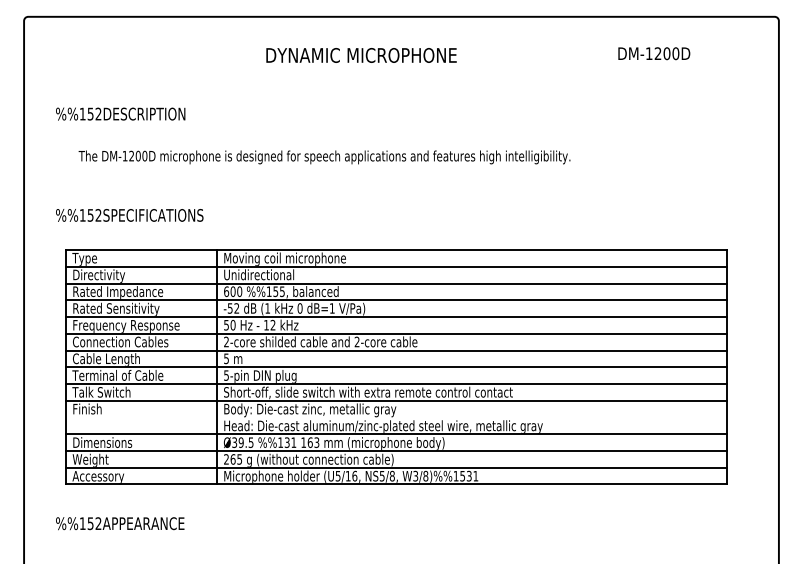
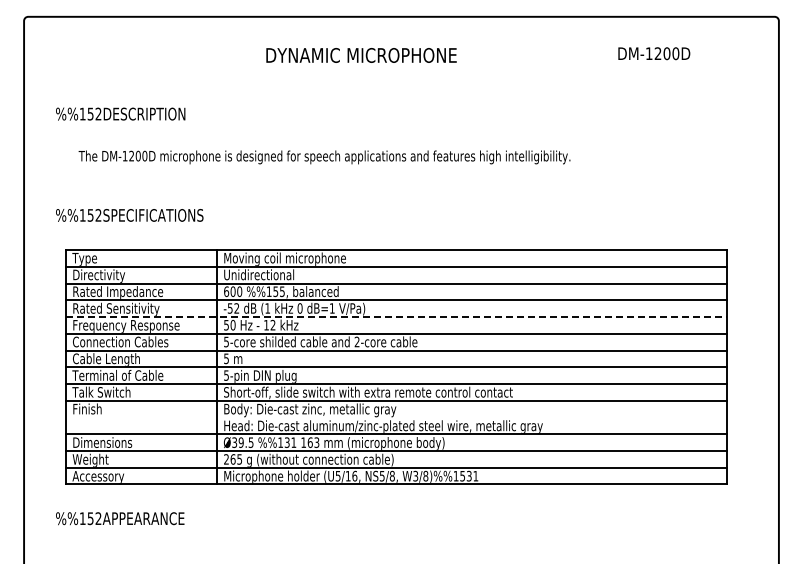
line at (396, 317): solid -> dashed
text at (226, 341): 2-core -> 5-core
text at (120, 523) position: (120, 523) -> (120, 518)
